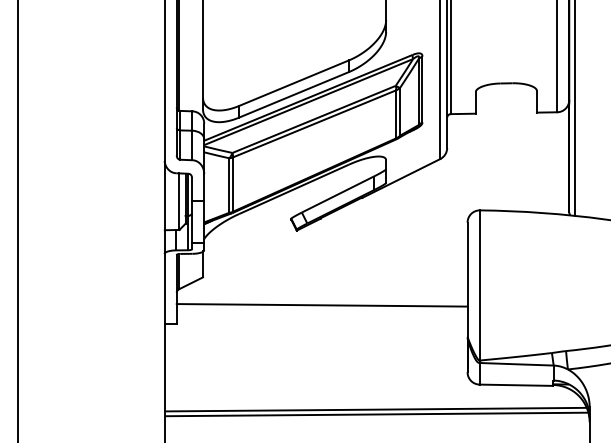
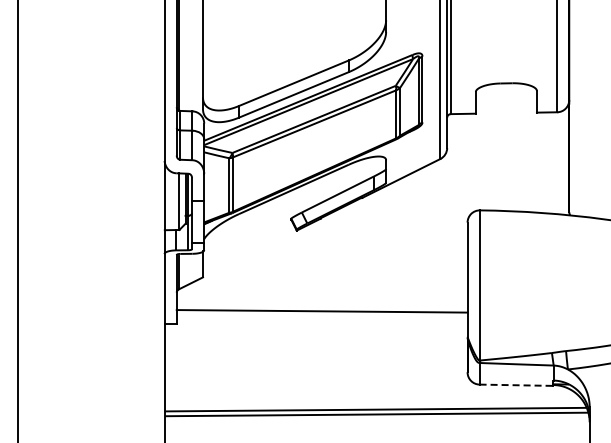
line at (575, 108): present -> none
line at (321, 305) position: (321, 305) -> (321, 311)
line at (516, 385): solid -> dashed
